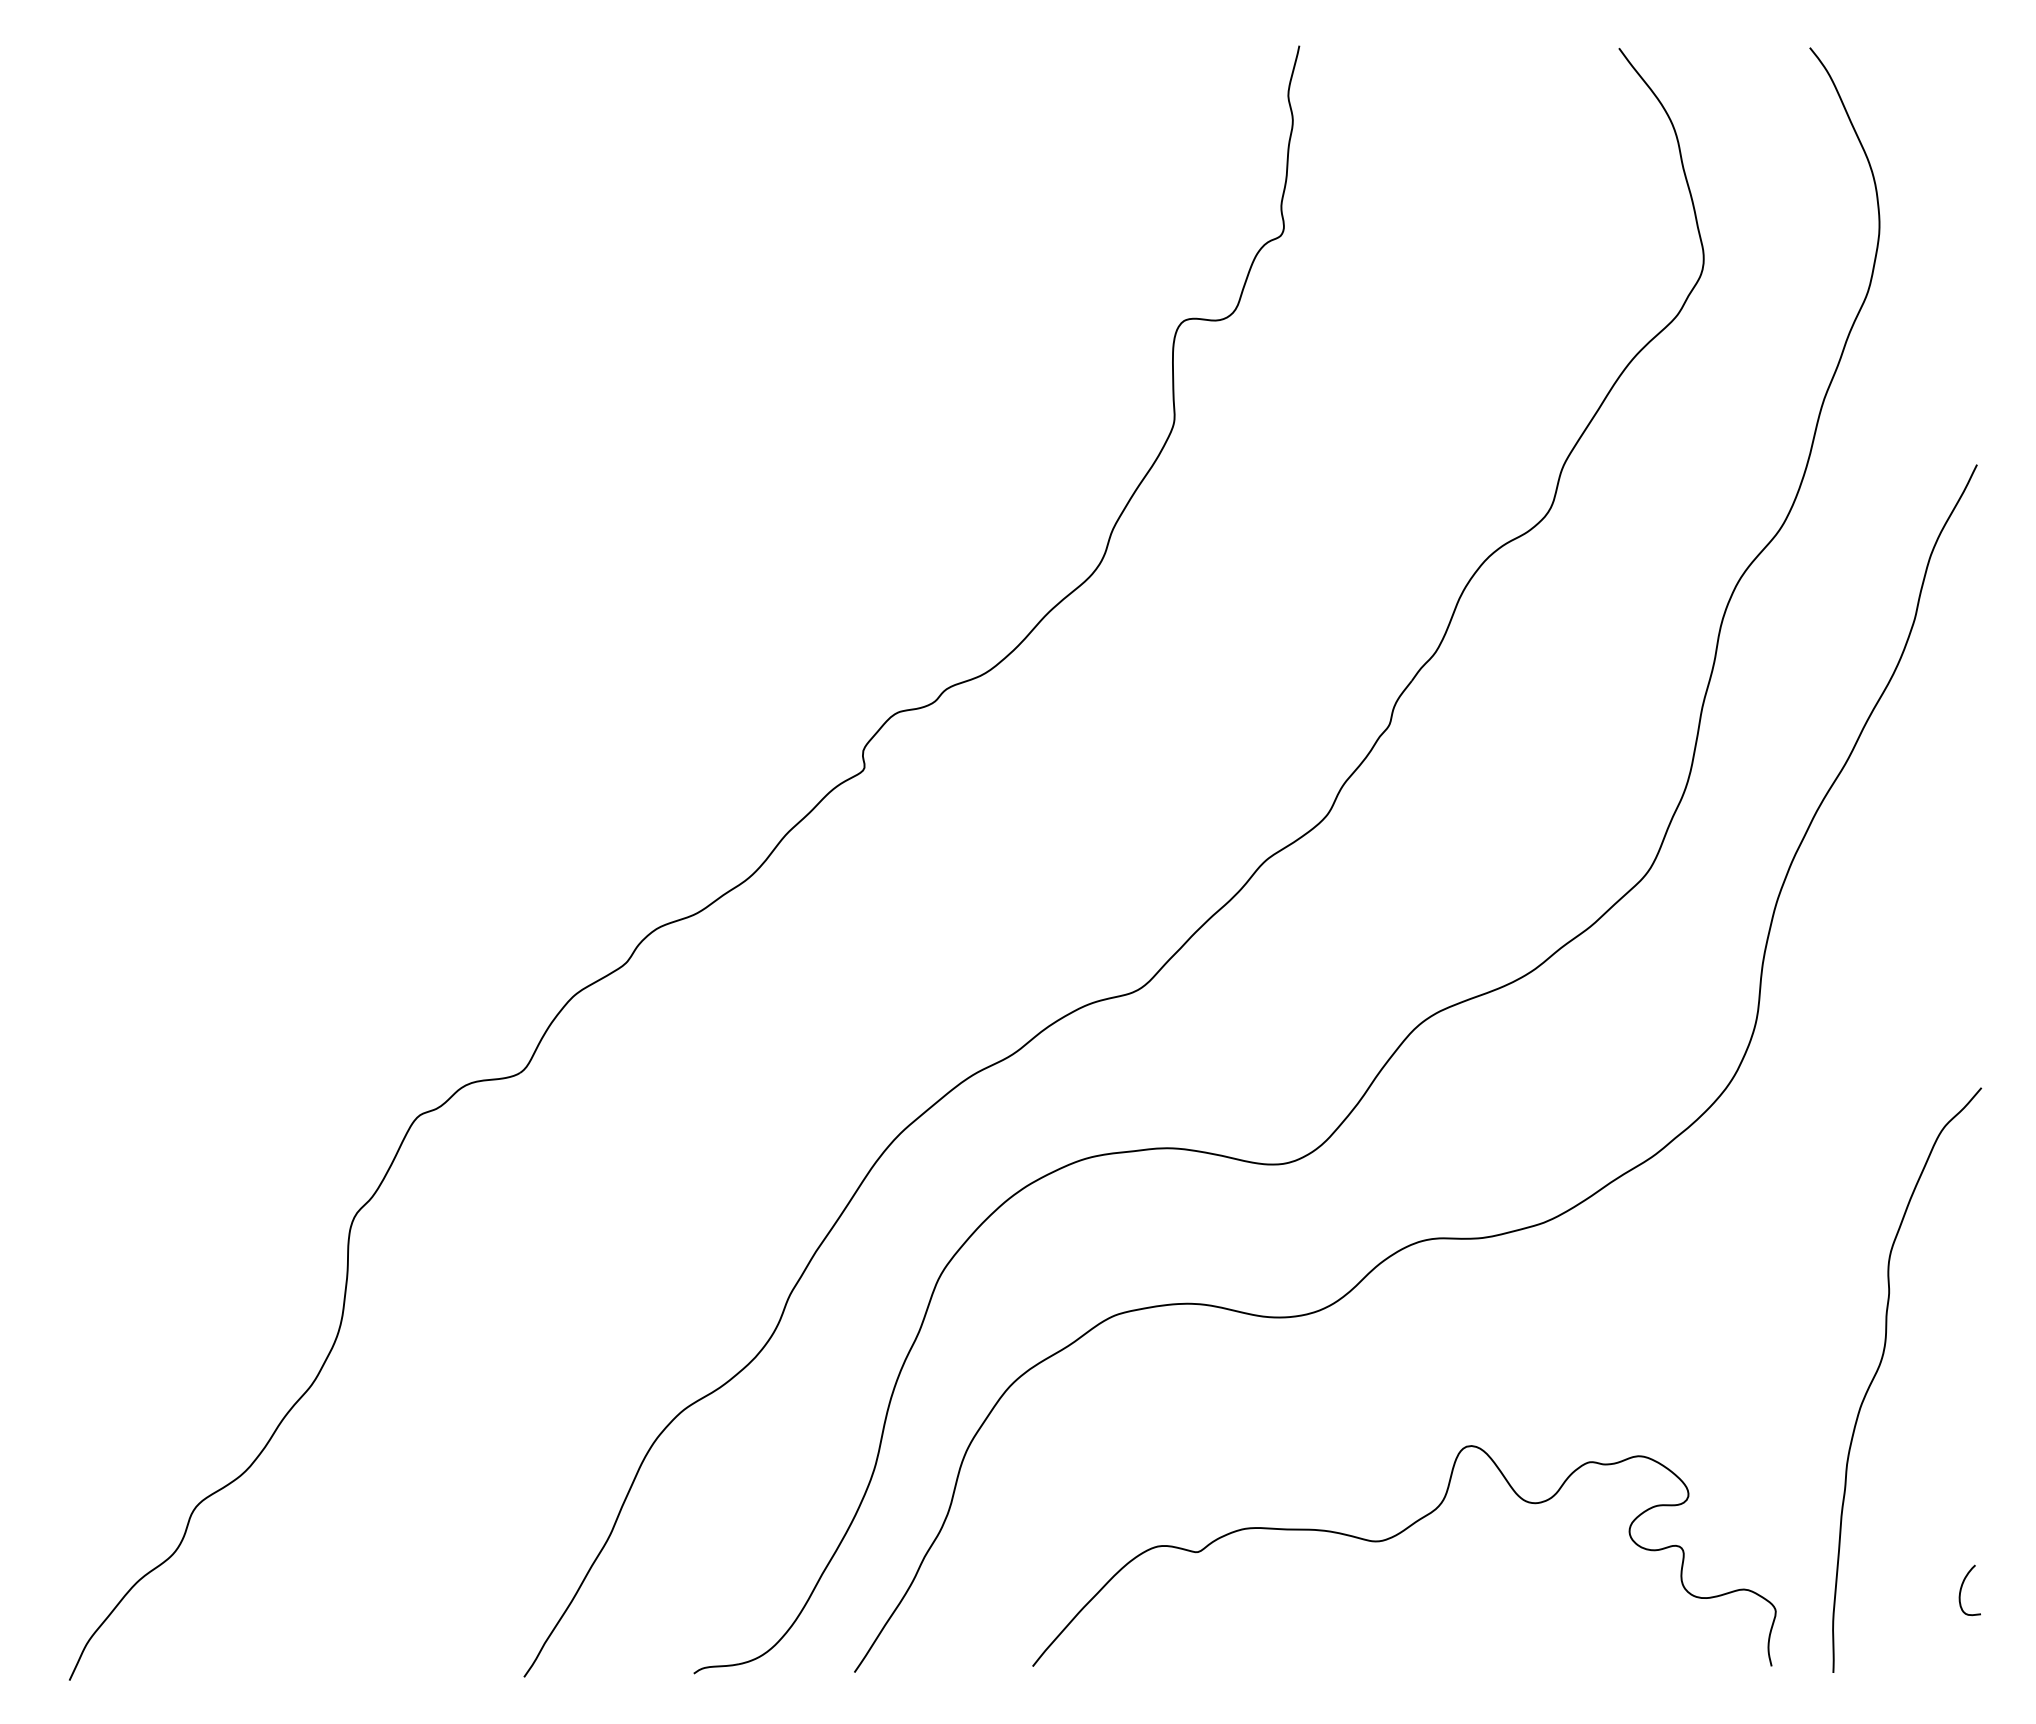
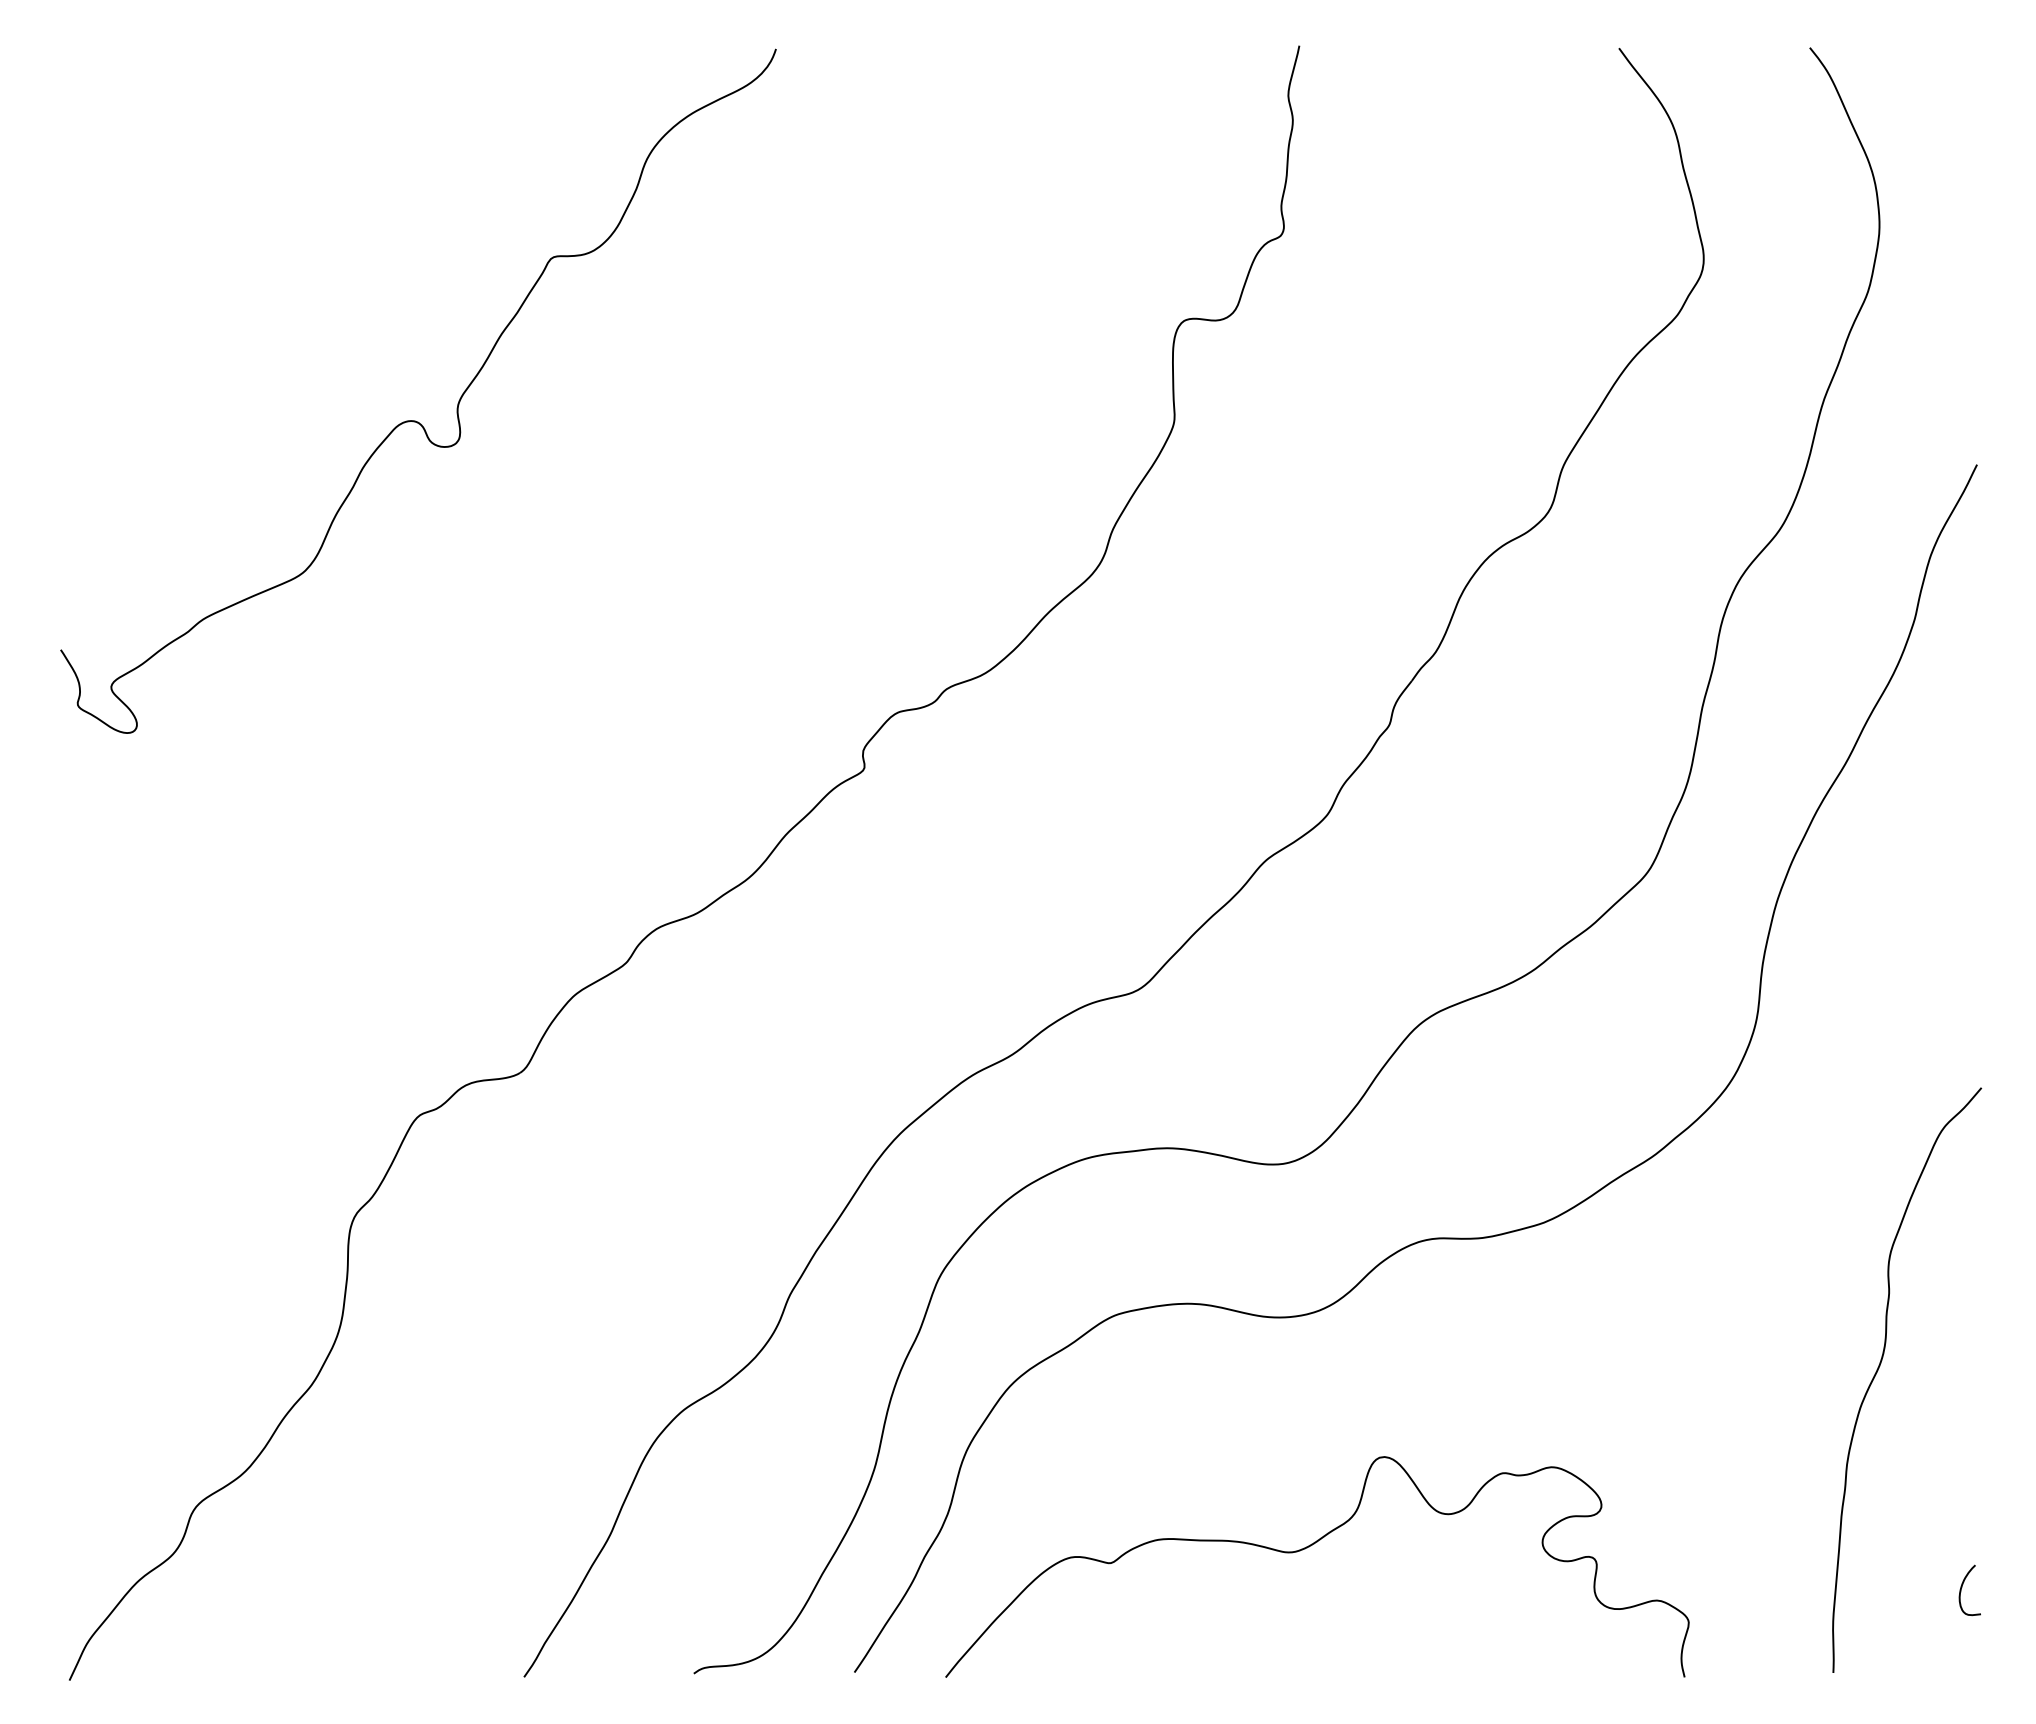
curve at (415, 420): none -> present
curve at (1394, 1537) position: (1394, 1537) -> (1307, 1548)
